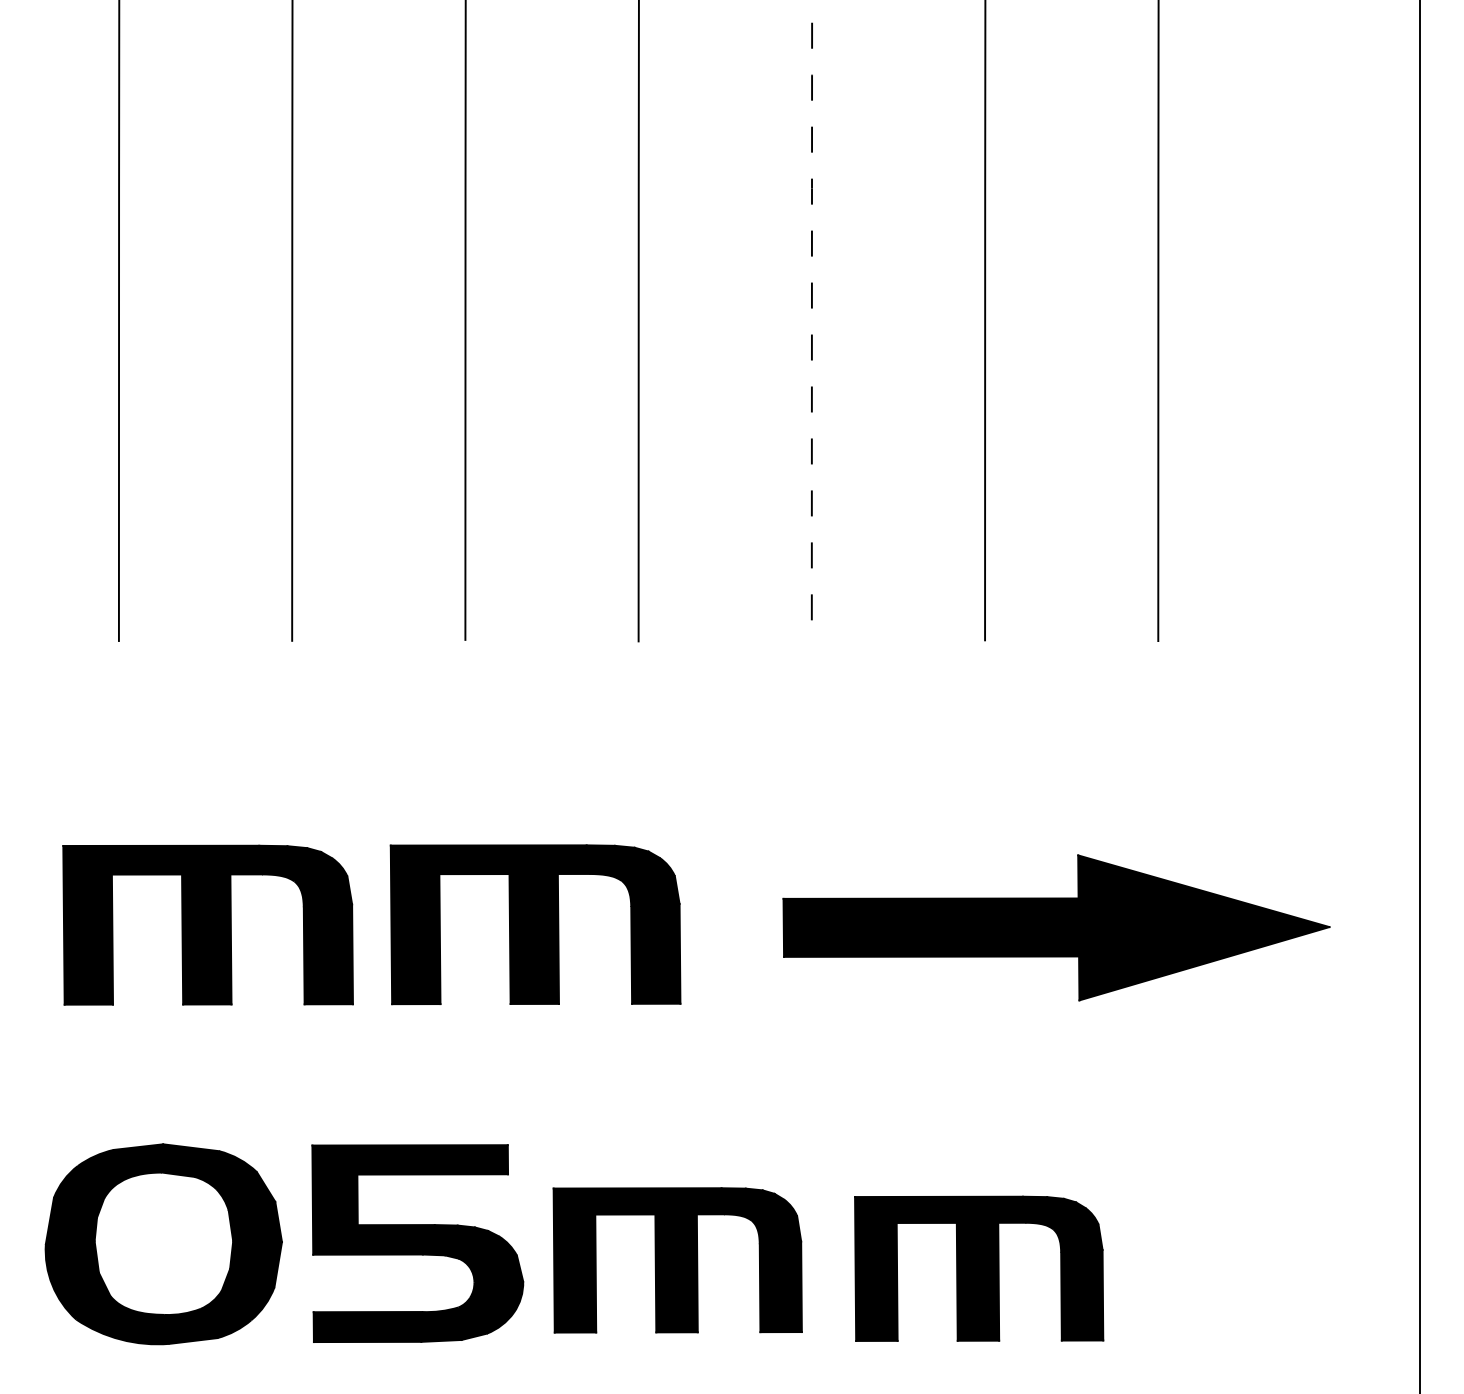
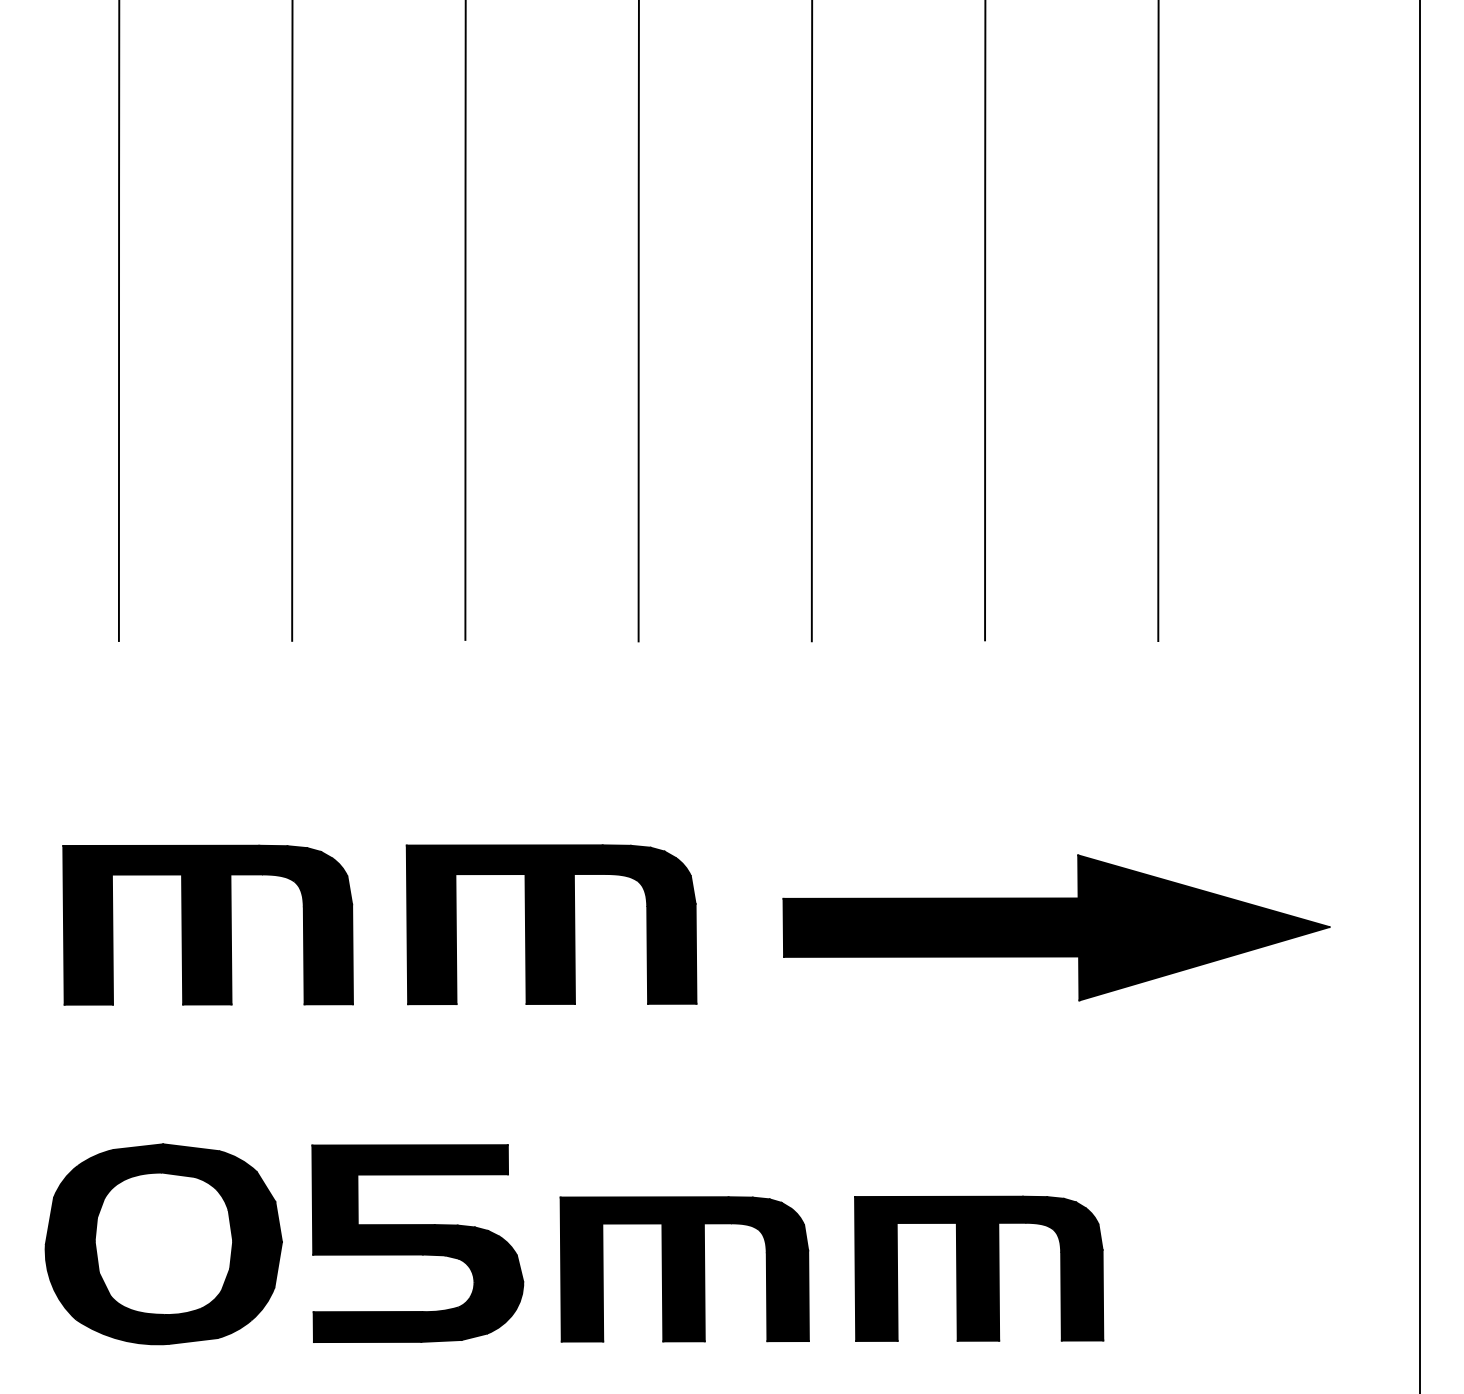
arc at (811, 321): dashed -> solid
part at (535, 924) position: (535, 924) -> (551, 924)
part at (677, 1260) position: (677, 1260) -> (684, 1269)
